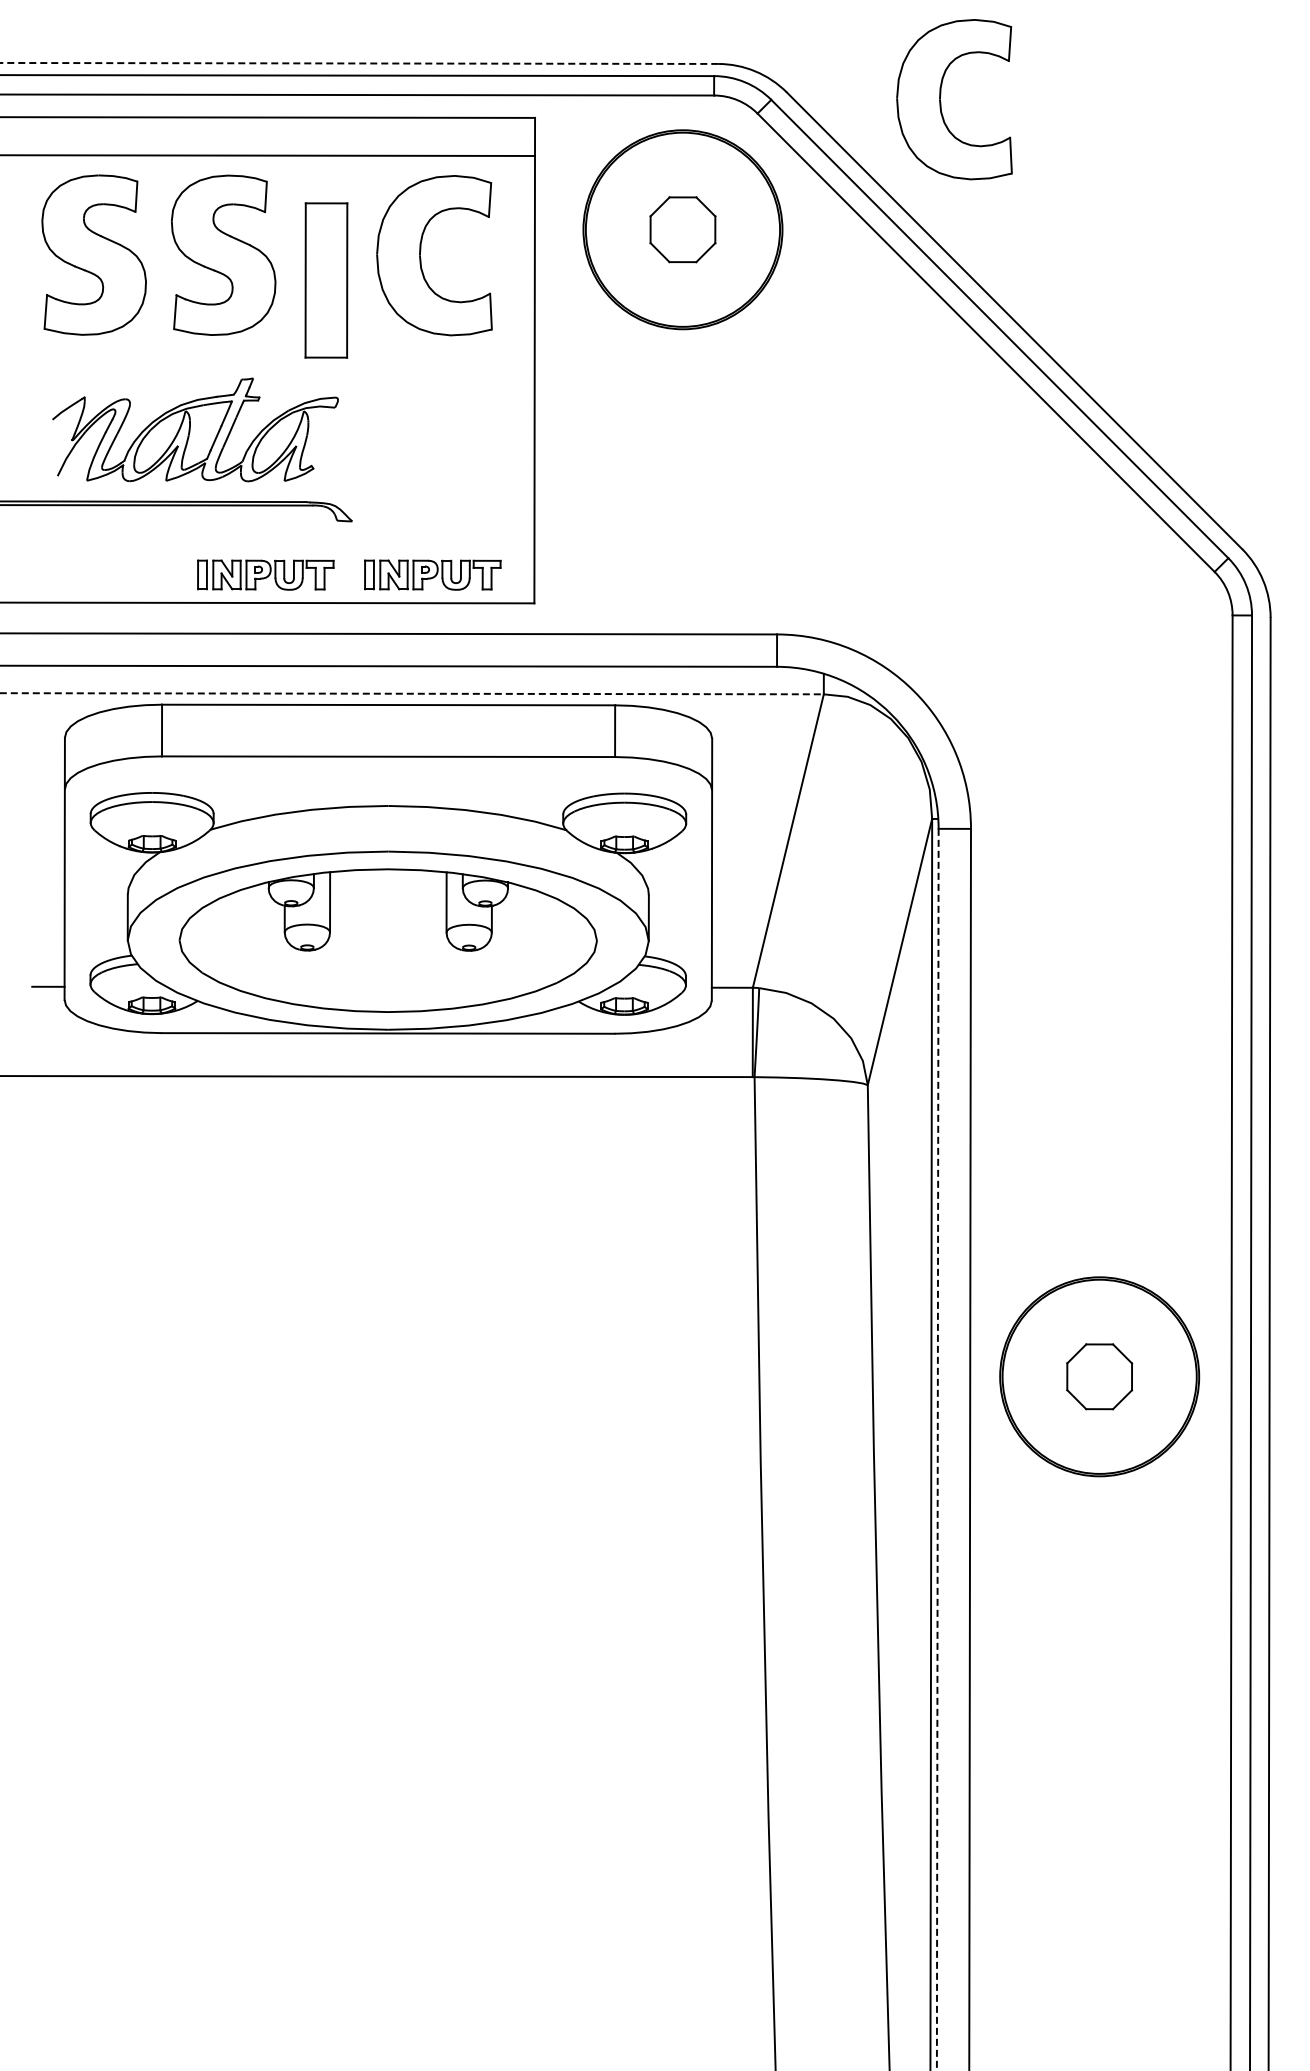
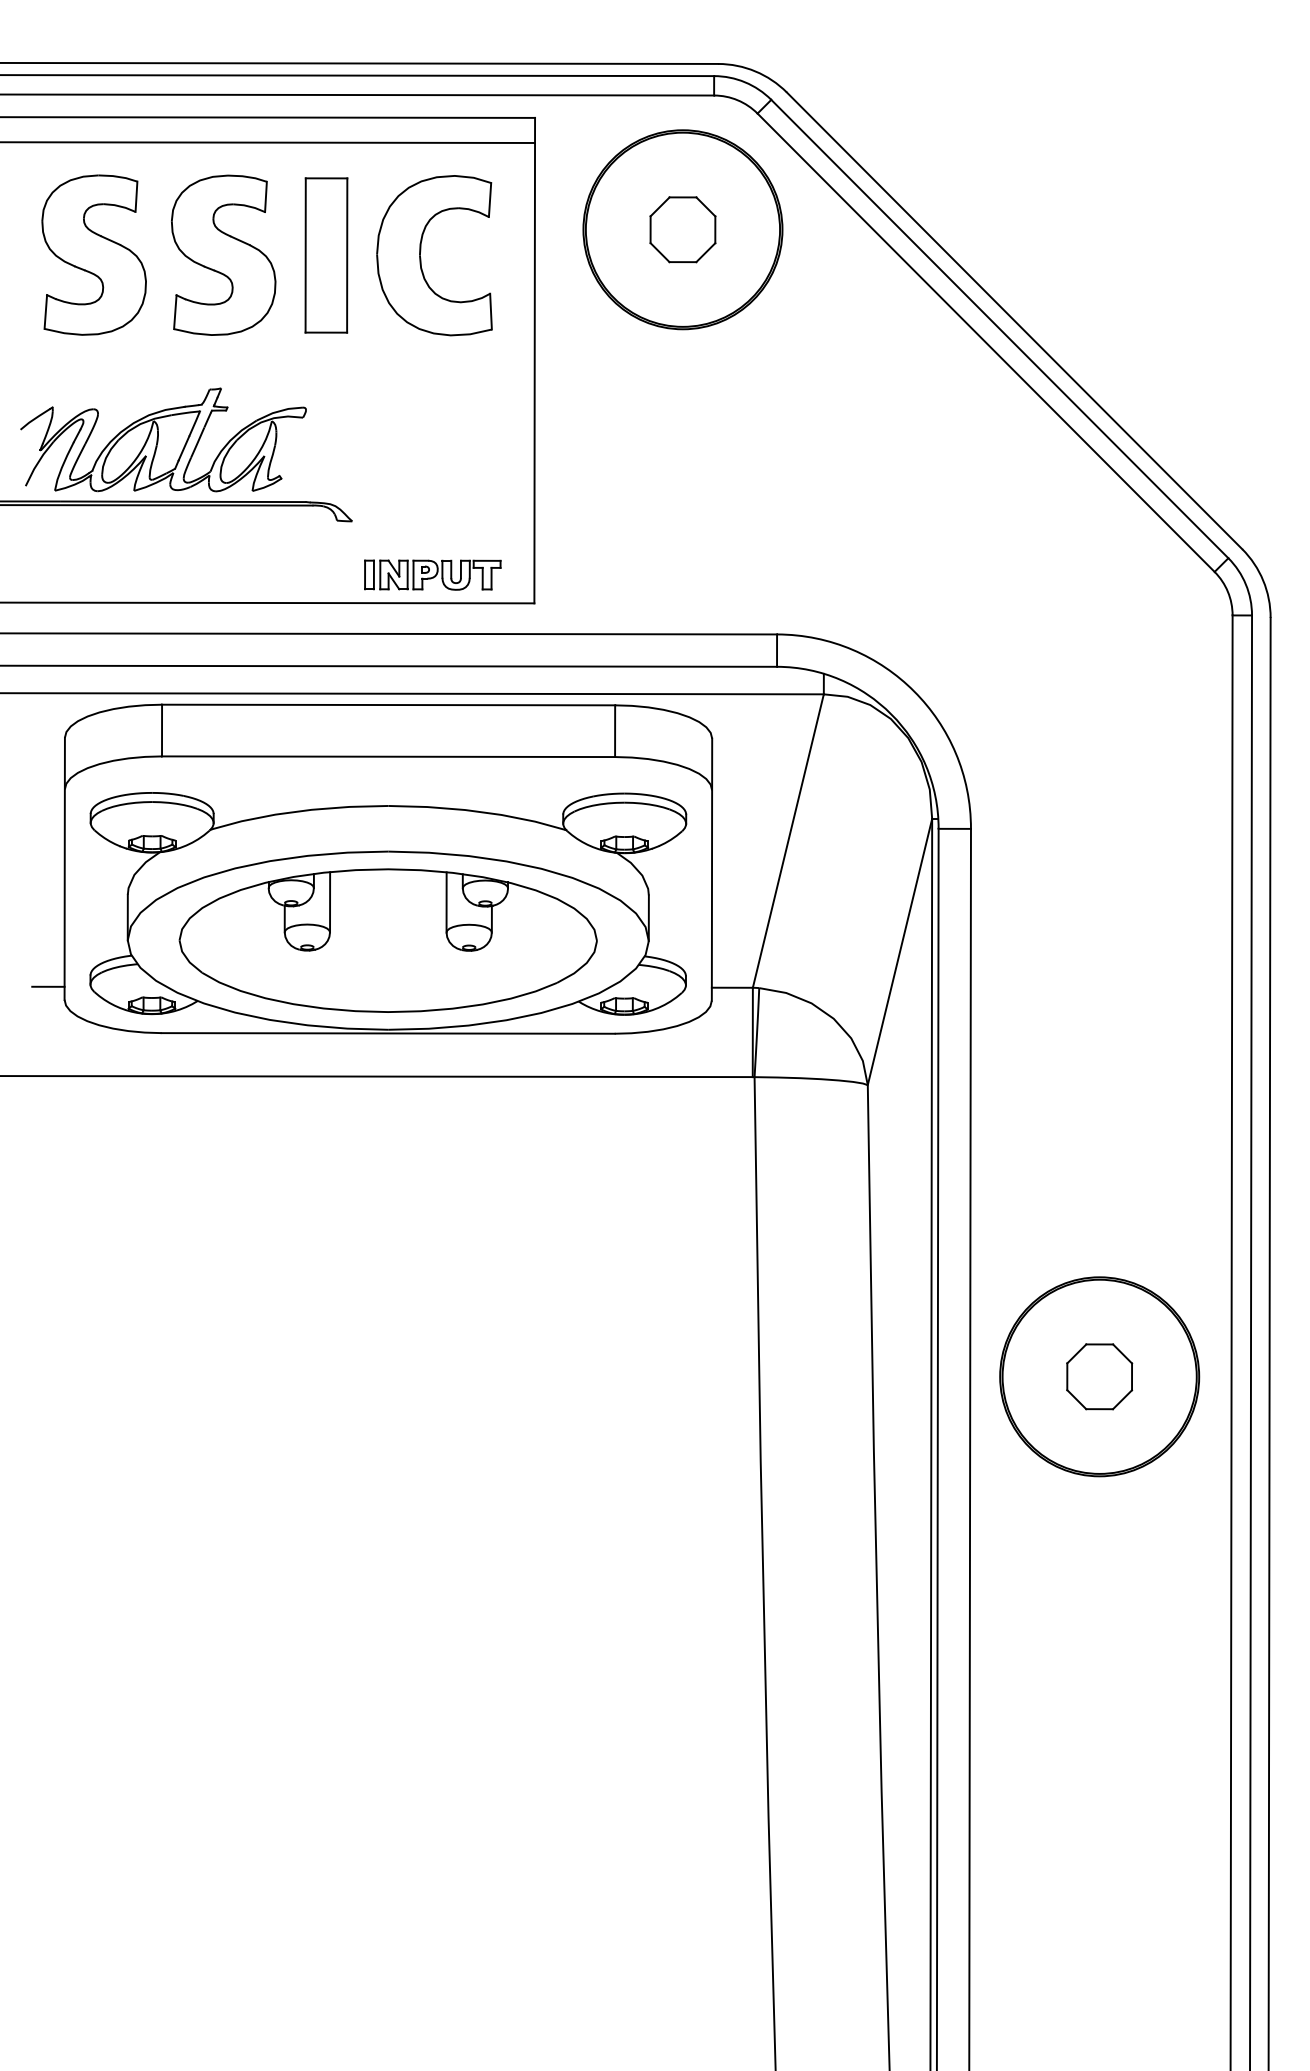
line at (359, 63): dashed -> solid
part at (941, 102): present -> none
line at (268, 155) position: (268, 155) -> (268, 142)
part at (326, 280) position: (326, 280) -> (326, 255)
part at (195, 429) position: (195, 429) -> (163, 439)
part at (265, 574): present -> none
line at (412, 693): dashed -> solid
line at (937, 1449): dashed -> solid
